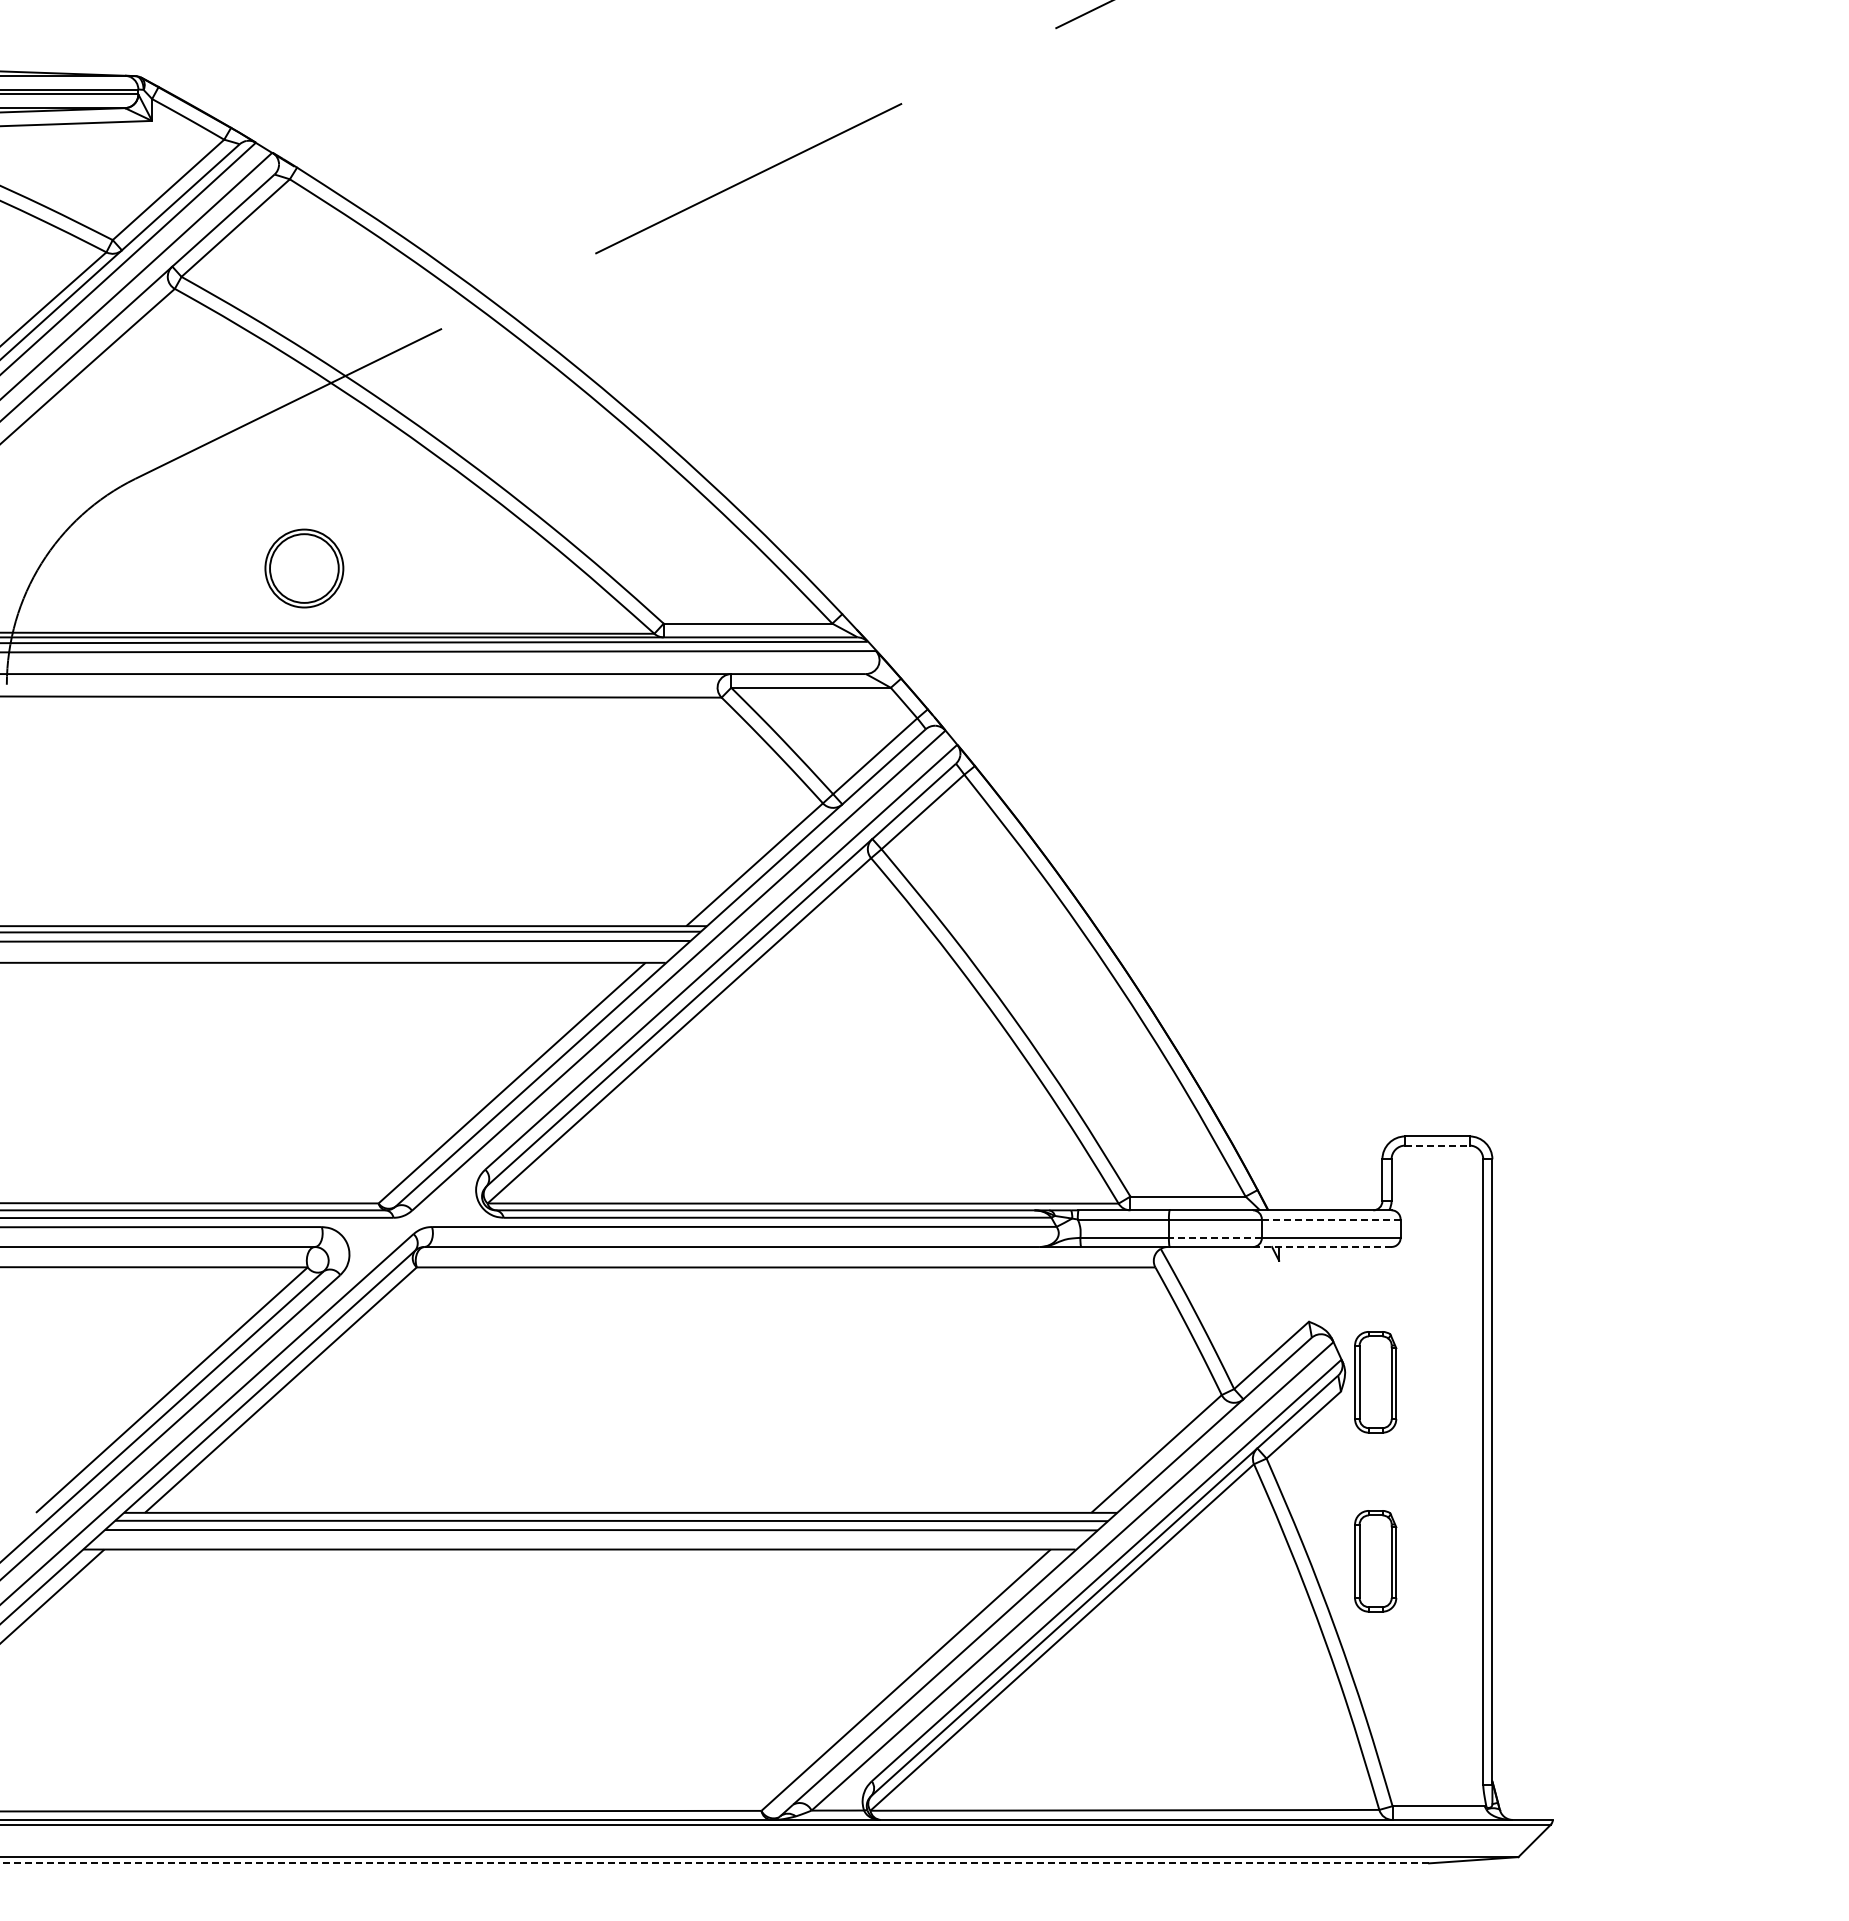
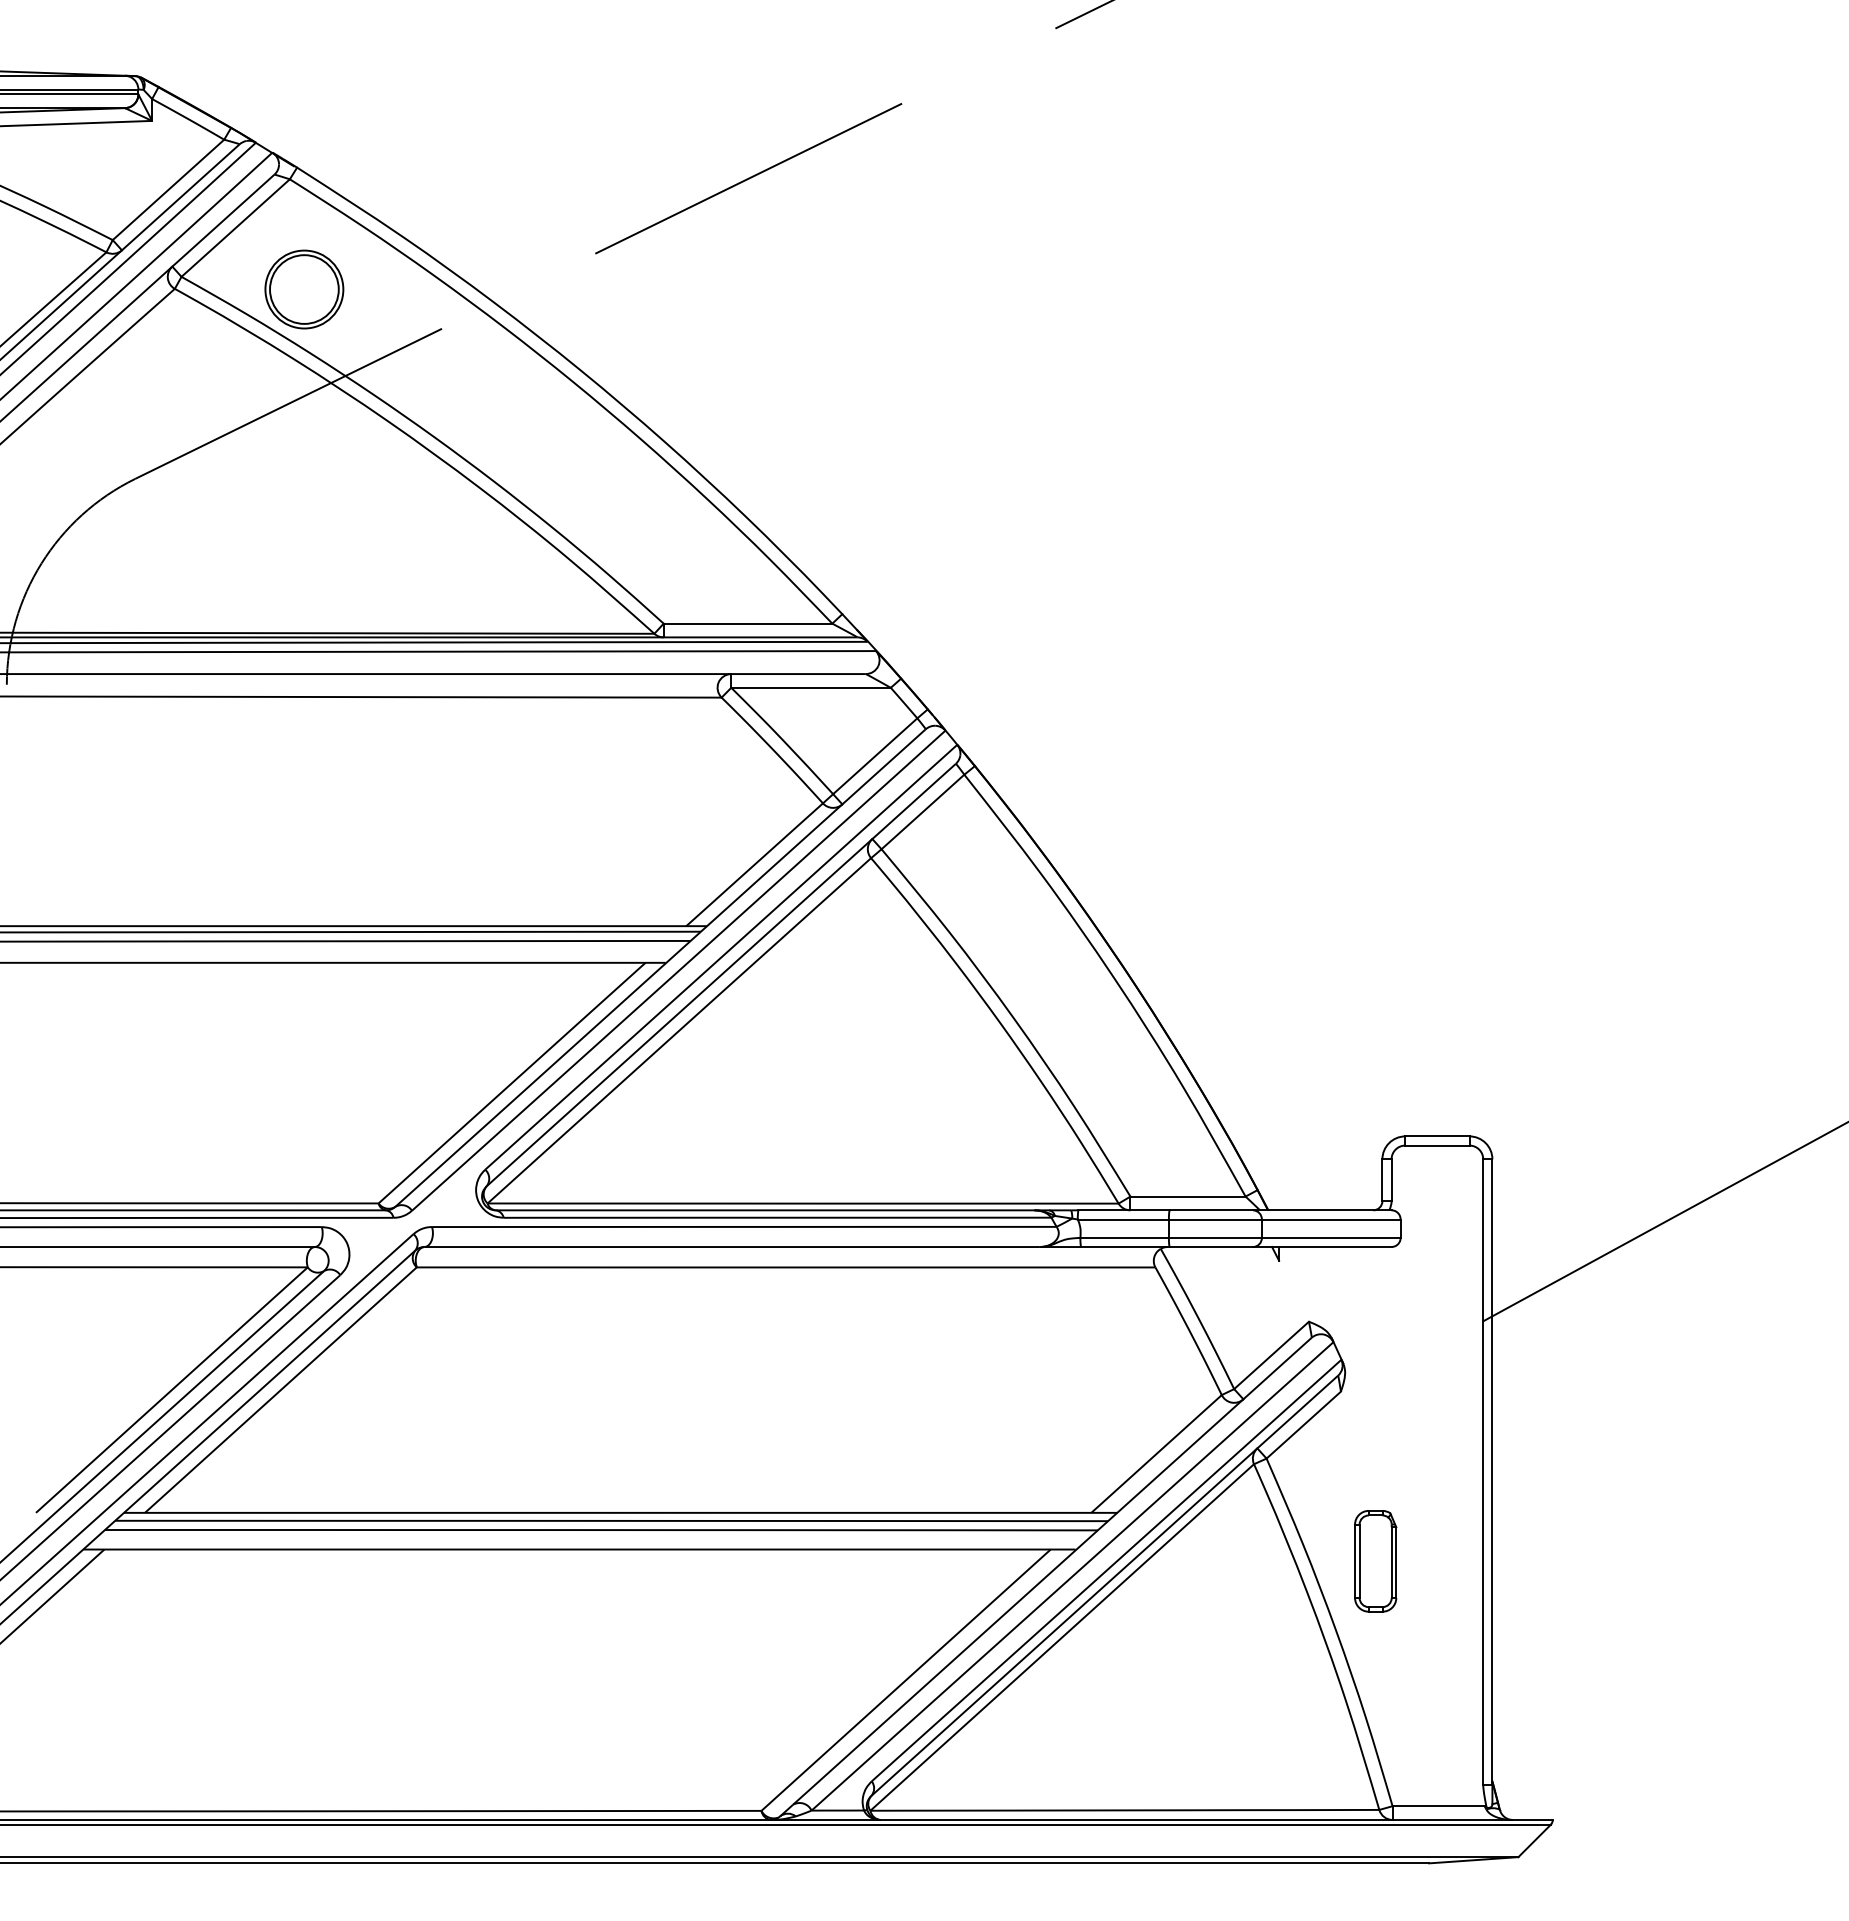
part at (304, 568) position: (304, 568) -> (304, 289)
line at (1437, 1145): dashed -> solid
line at (1331, 1219): dashed -> solid
line at (1664, 1222): none -> present
line at (1214, 1237): dashed -> solid
line at (1322, 1247): dashed -> solid
part at (1375, 1382): present -> none
line at (714, 1863): dashed -> solid
